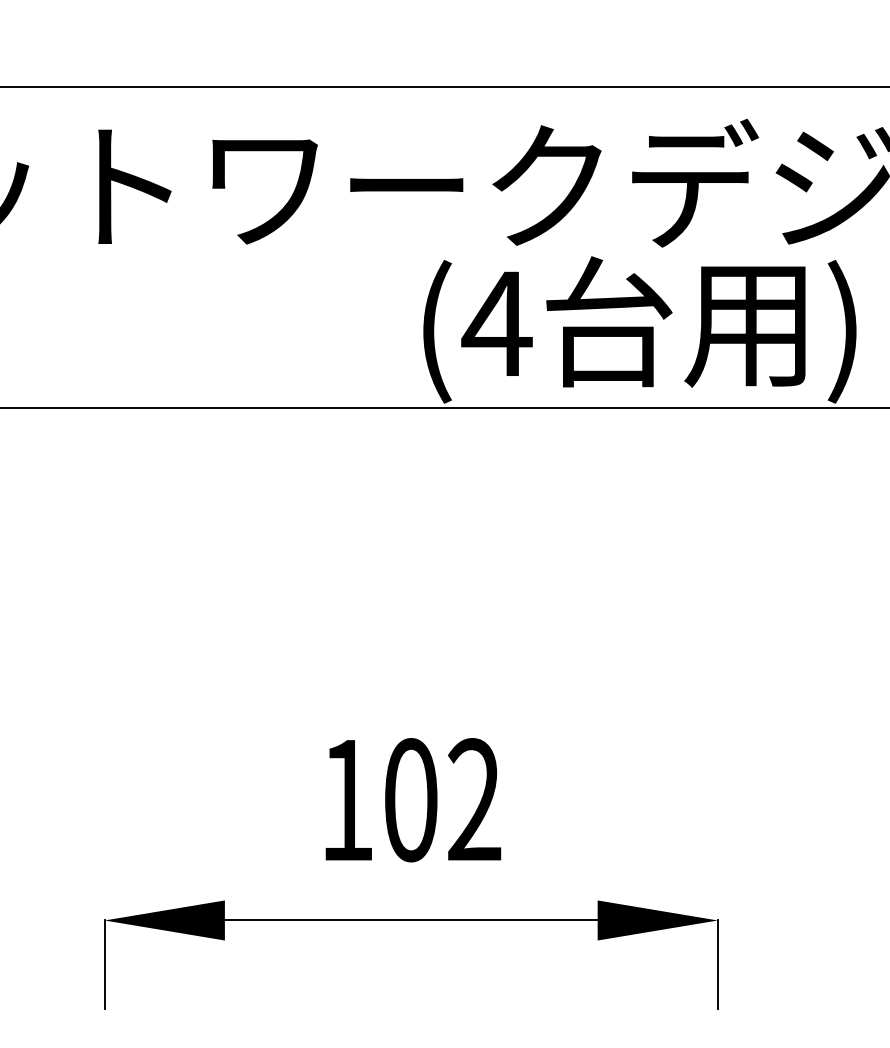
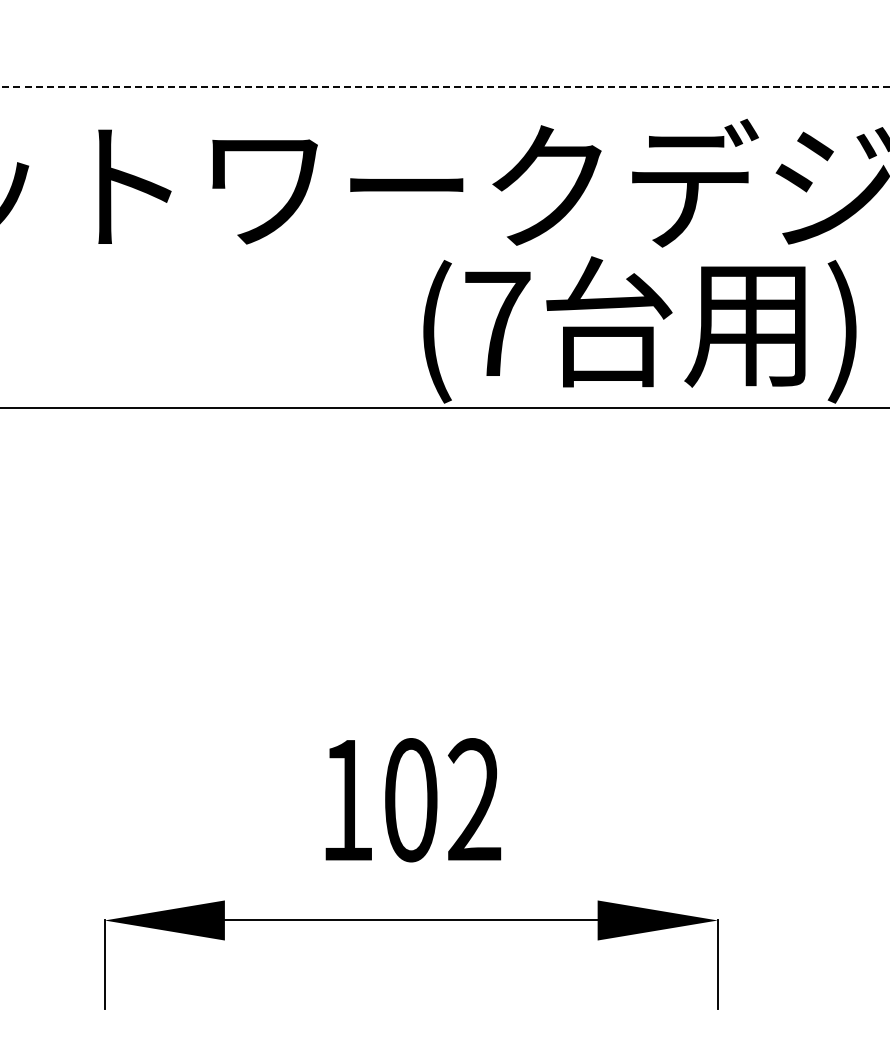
line at (445, 87): solid -> dashed
text at (496, 323): (4 -> (7
